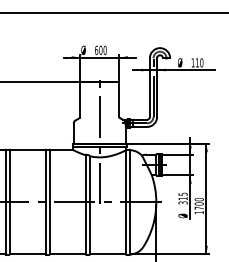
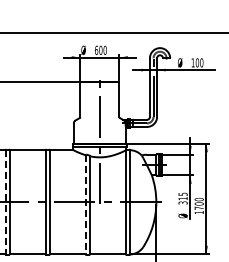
line at (113, 13) position: (113, 13) -> (113, 33)
text at (197, 62): 110 -> 100
line at (5, 202): solid -> dashed
line at (85, 204): solid -> dashed
